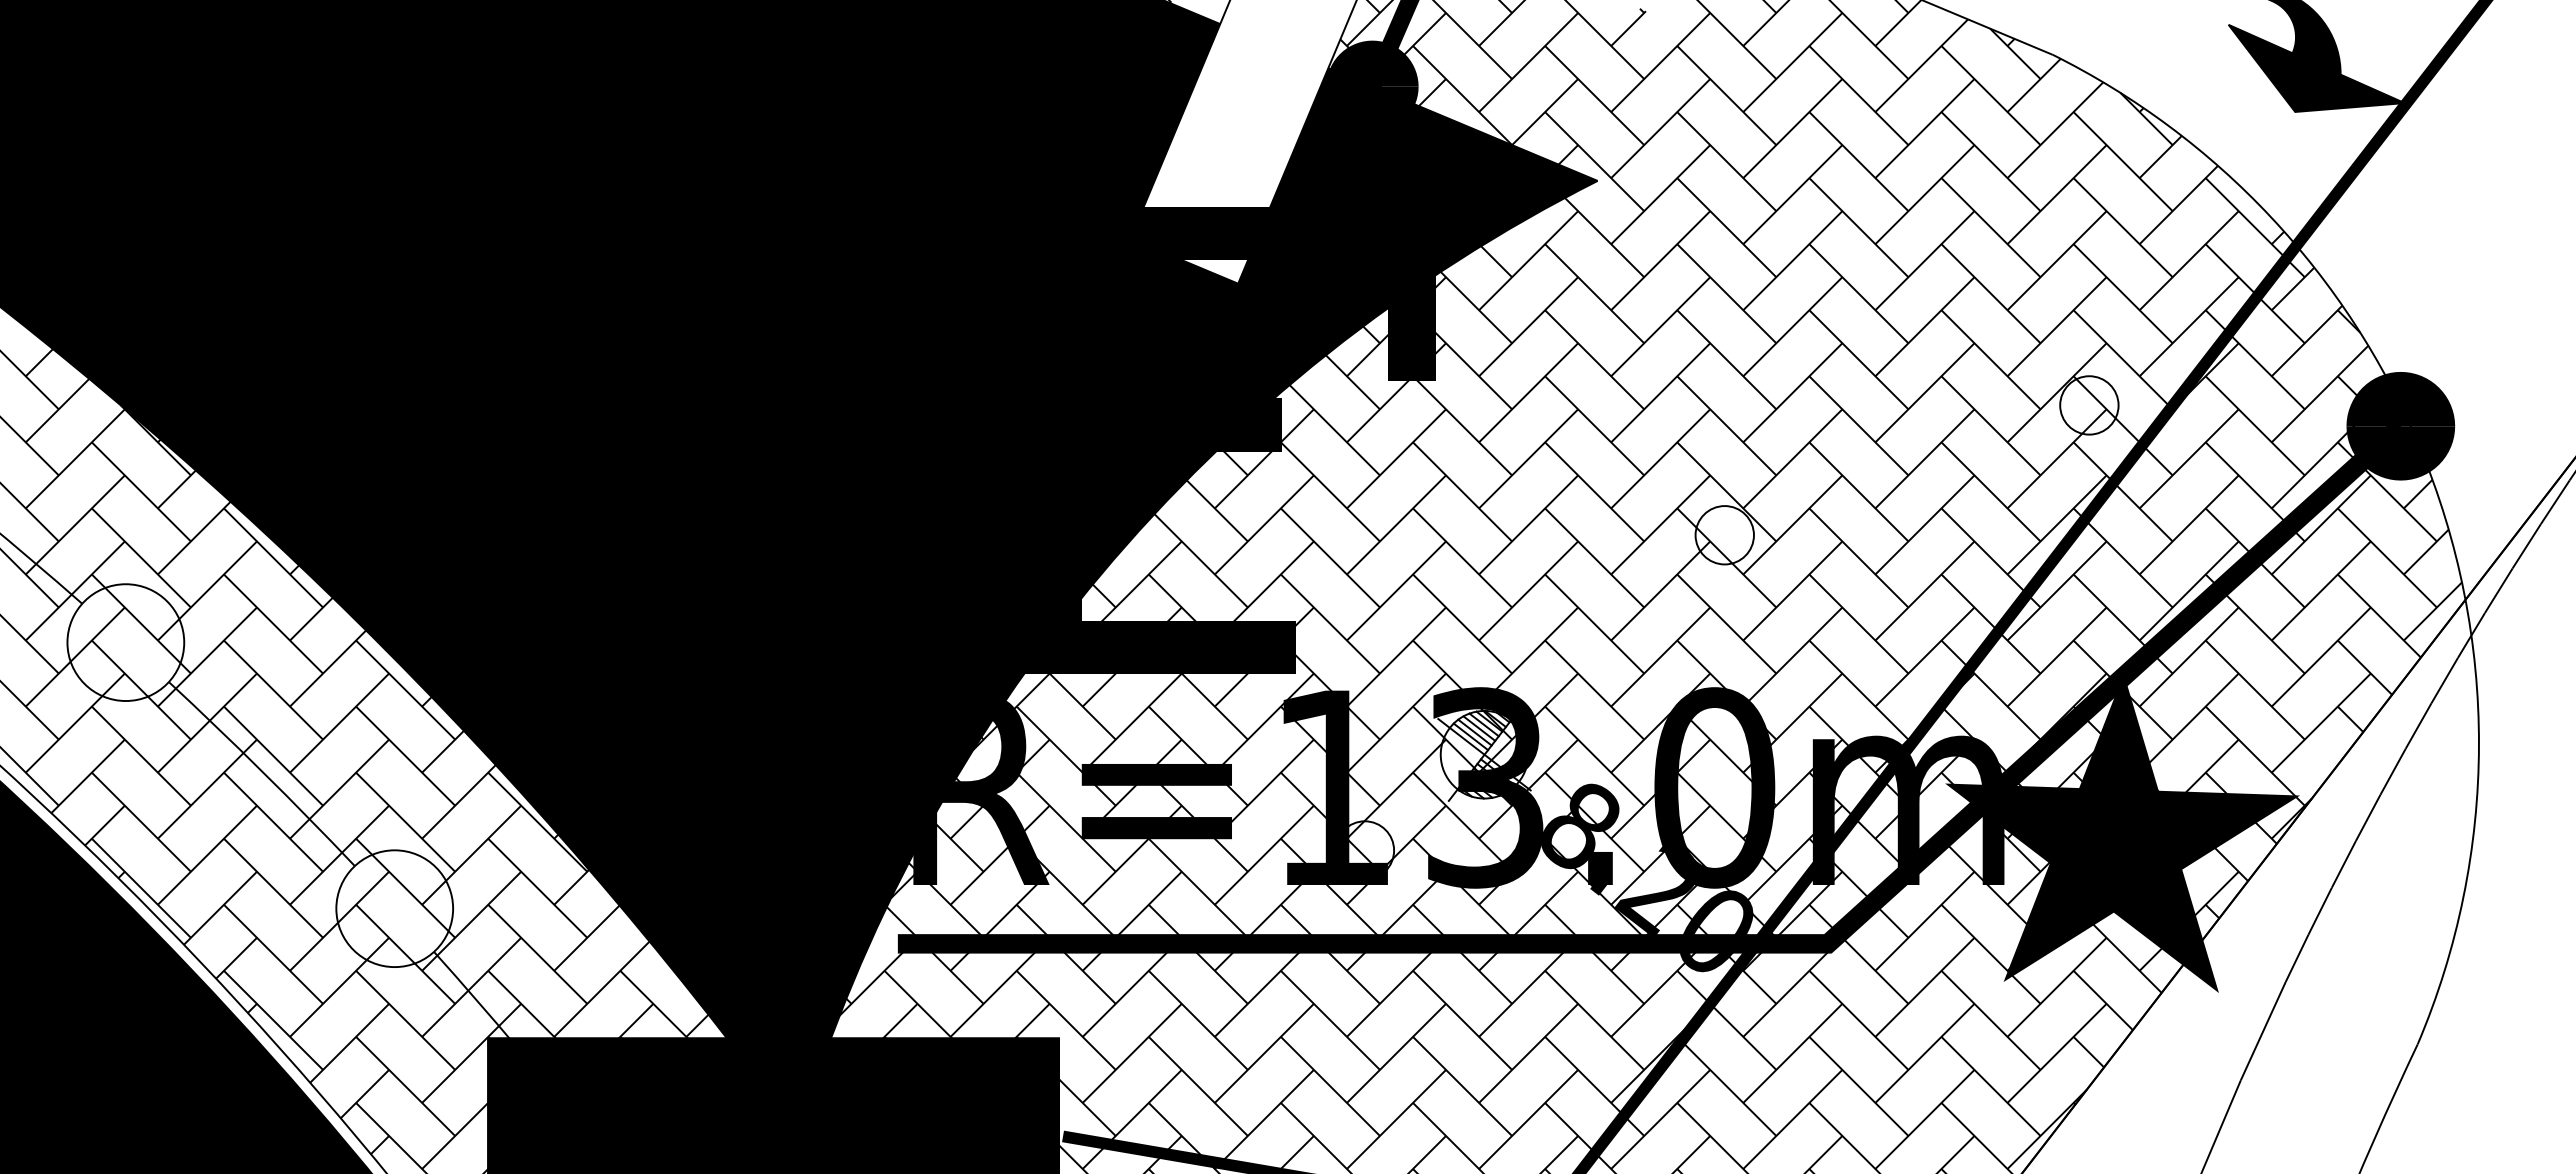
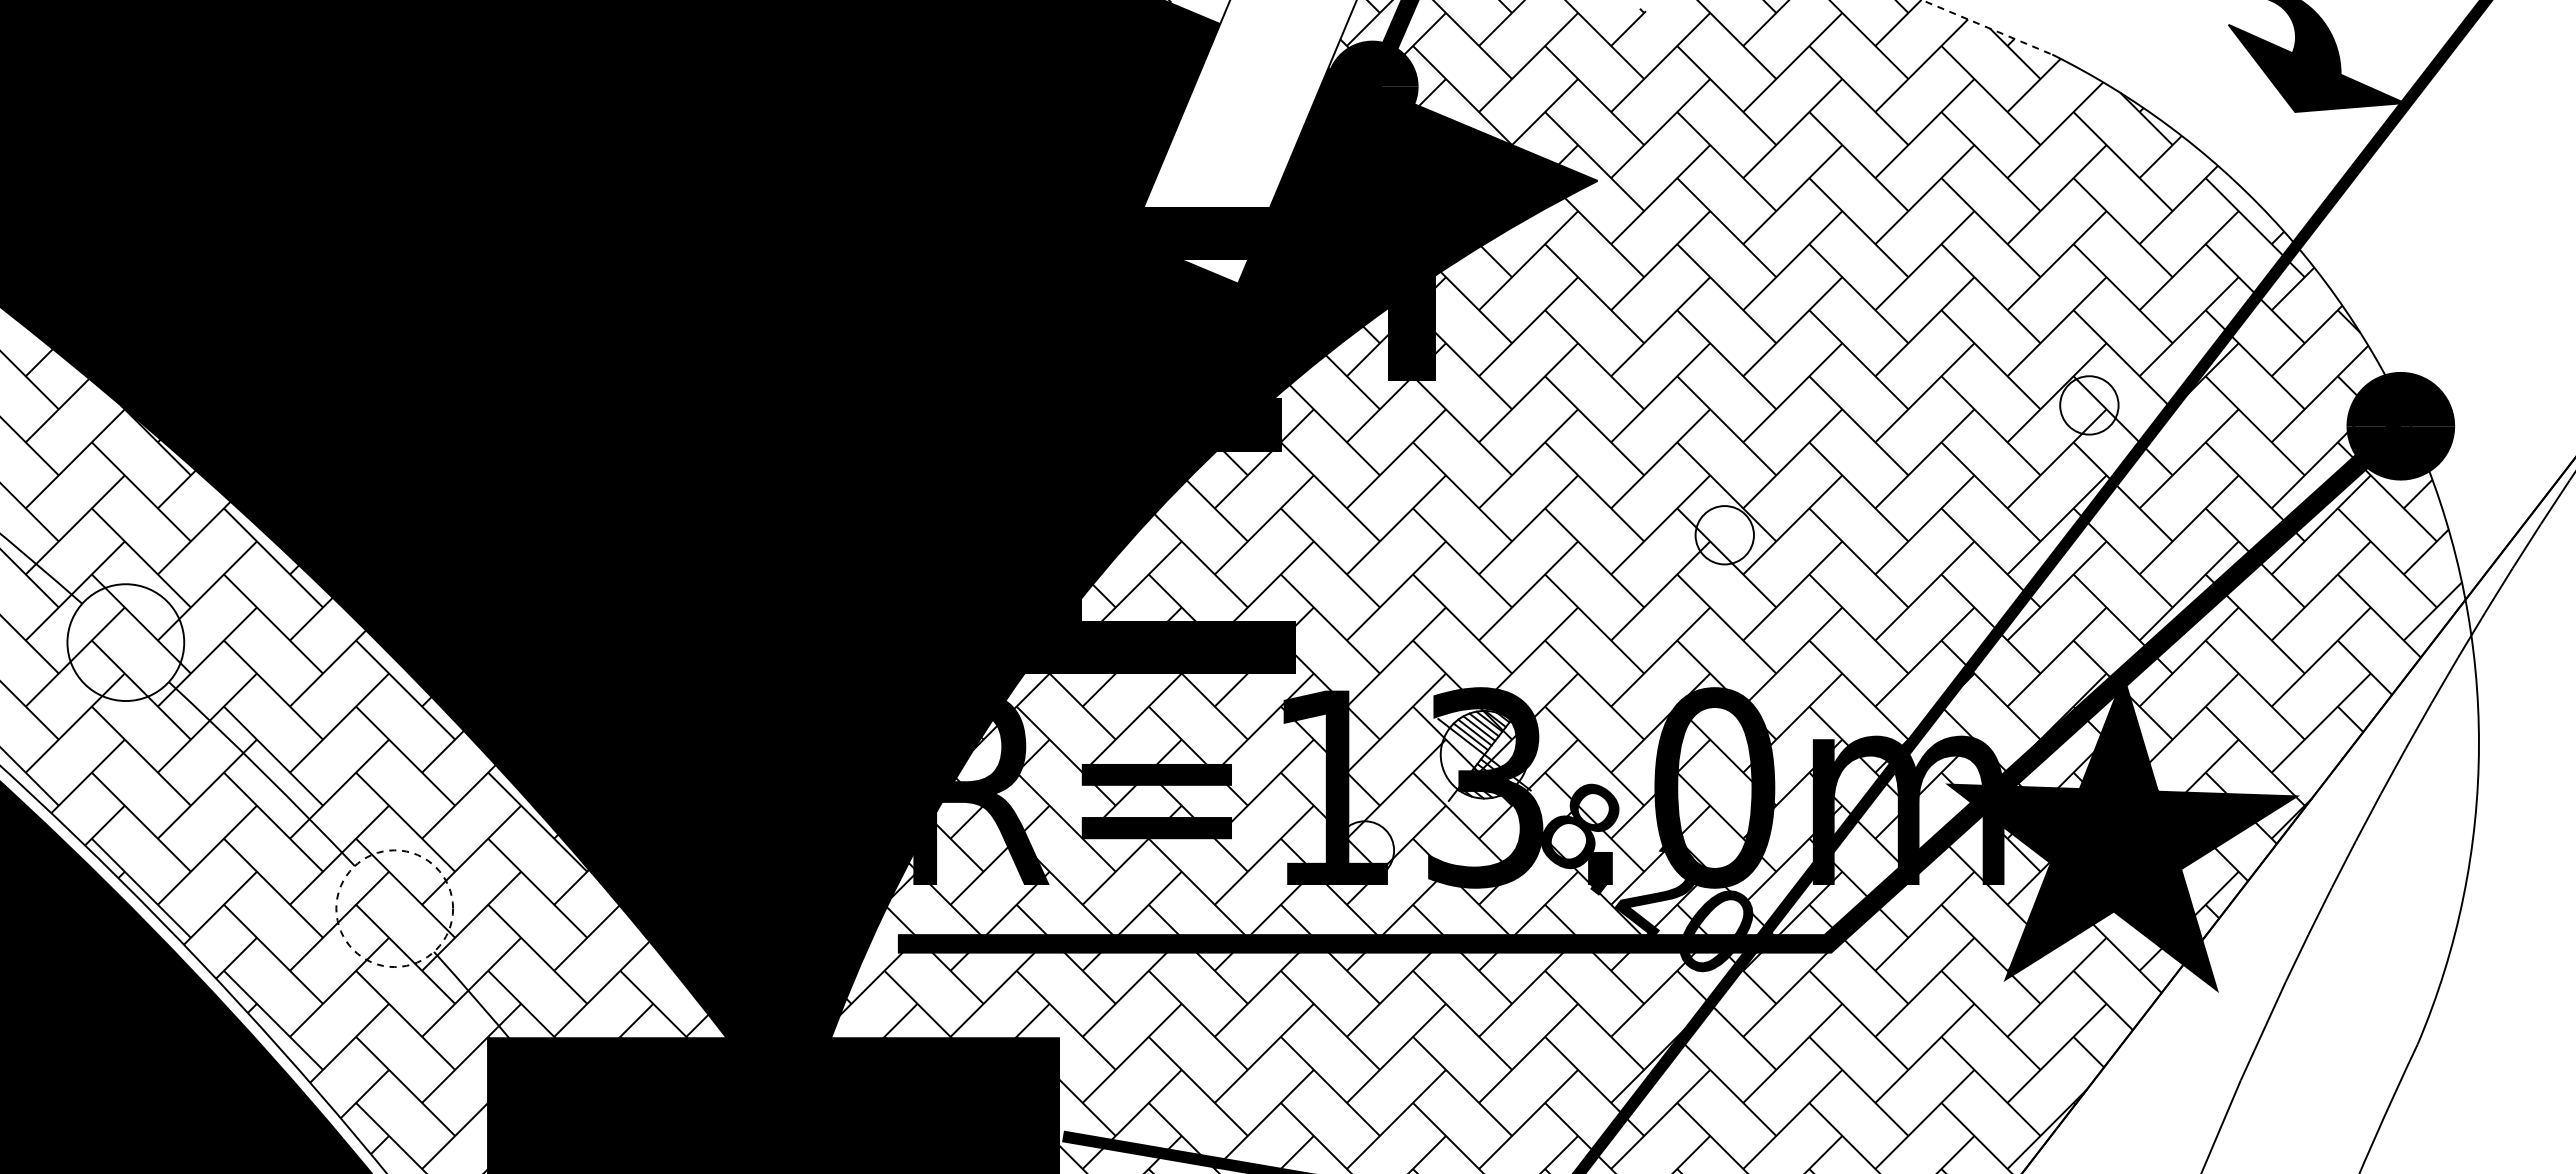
line at (1987, 27): solid -> dashed
circle at (394, 908): solid -> dashed
